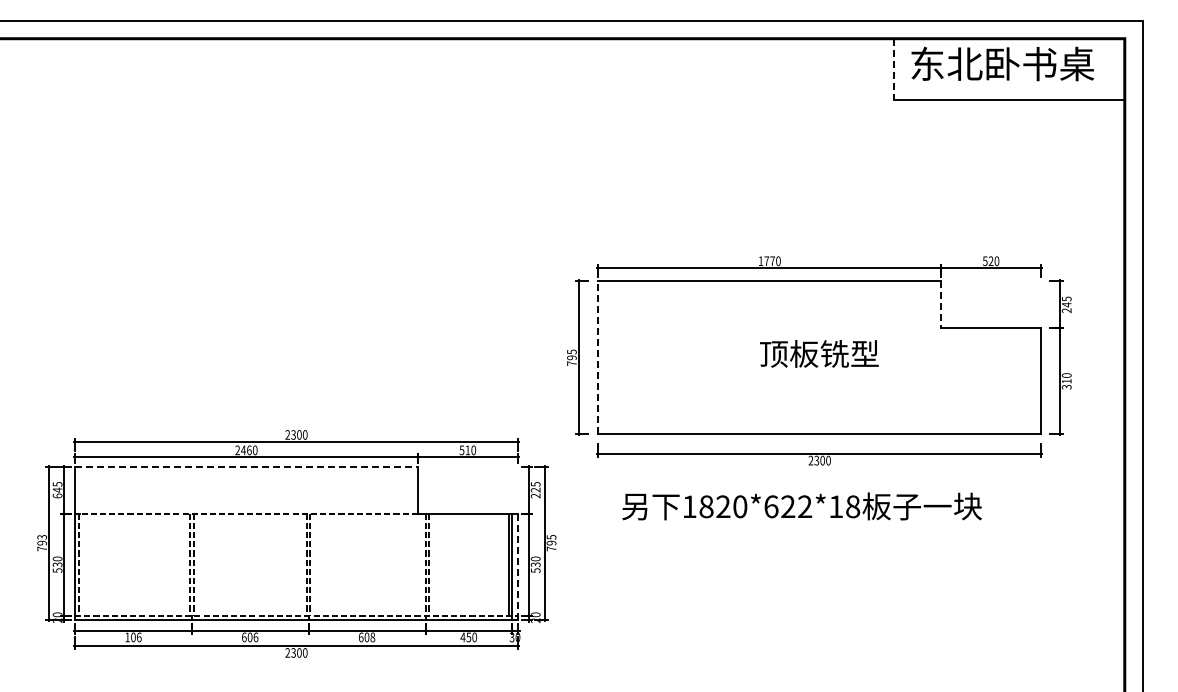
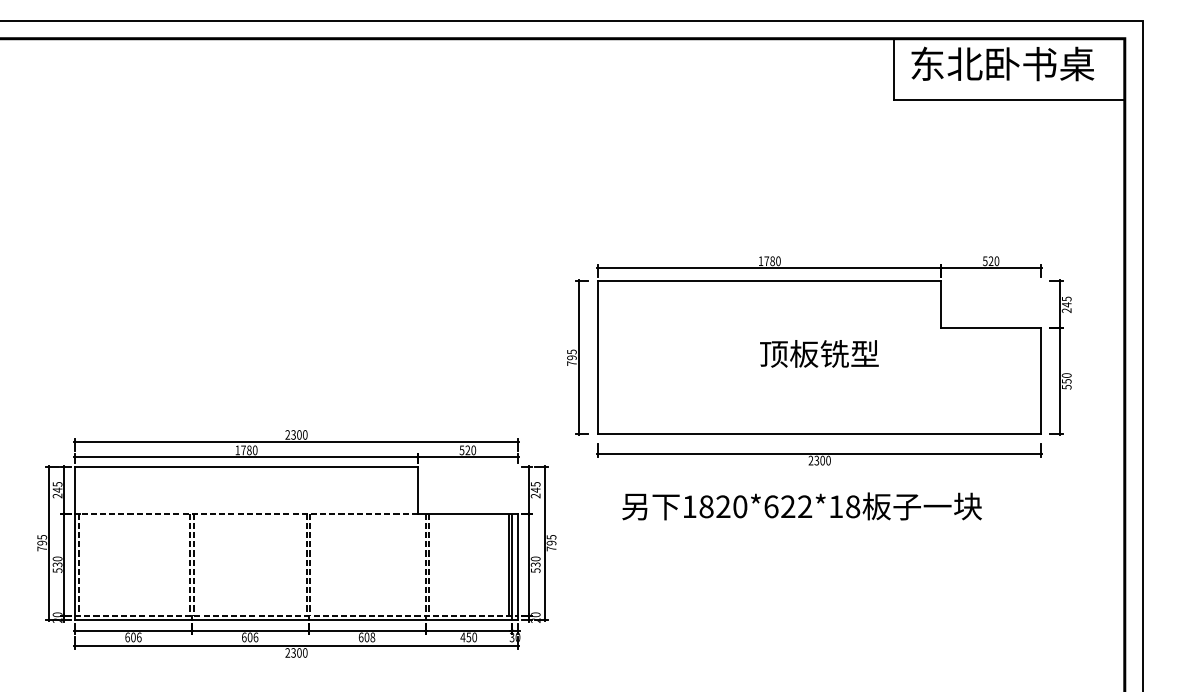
line at (894, 69): dashed -> solid
text at (772, 261): 1770 -> 1780
line at (941, 304): dashed -> solid
line at (598, 357): dashed -> solid
text at (1066, 384): 310 -> 550
text at (243, 450): 2460 -> 1780
text at (467, 450): 510 -> 520
line at (247, 466): dashed -> solid
text at (535, 489): 225 -> 245
text at (57, 495): 645 -> 245
text at (41, 537): 793 -> 795
line at (517, 566): dashed -> solid
text at (127, 637): 106 -> 606
